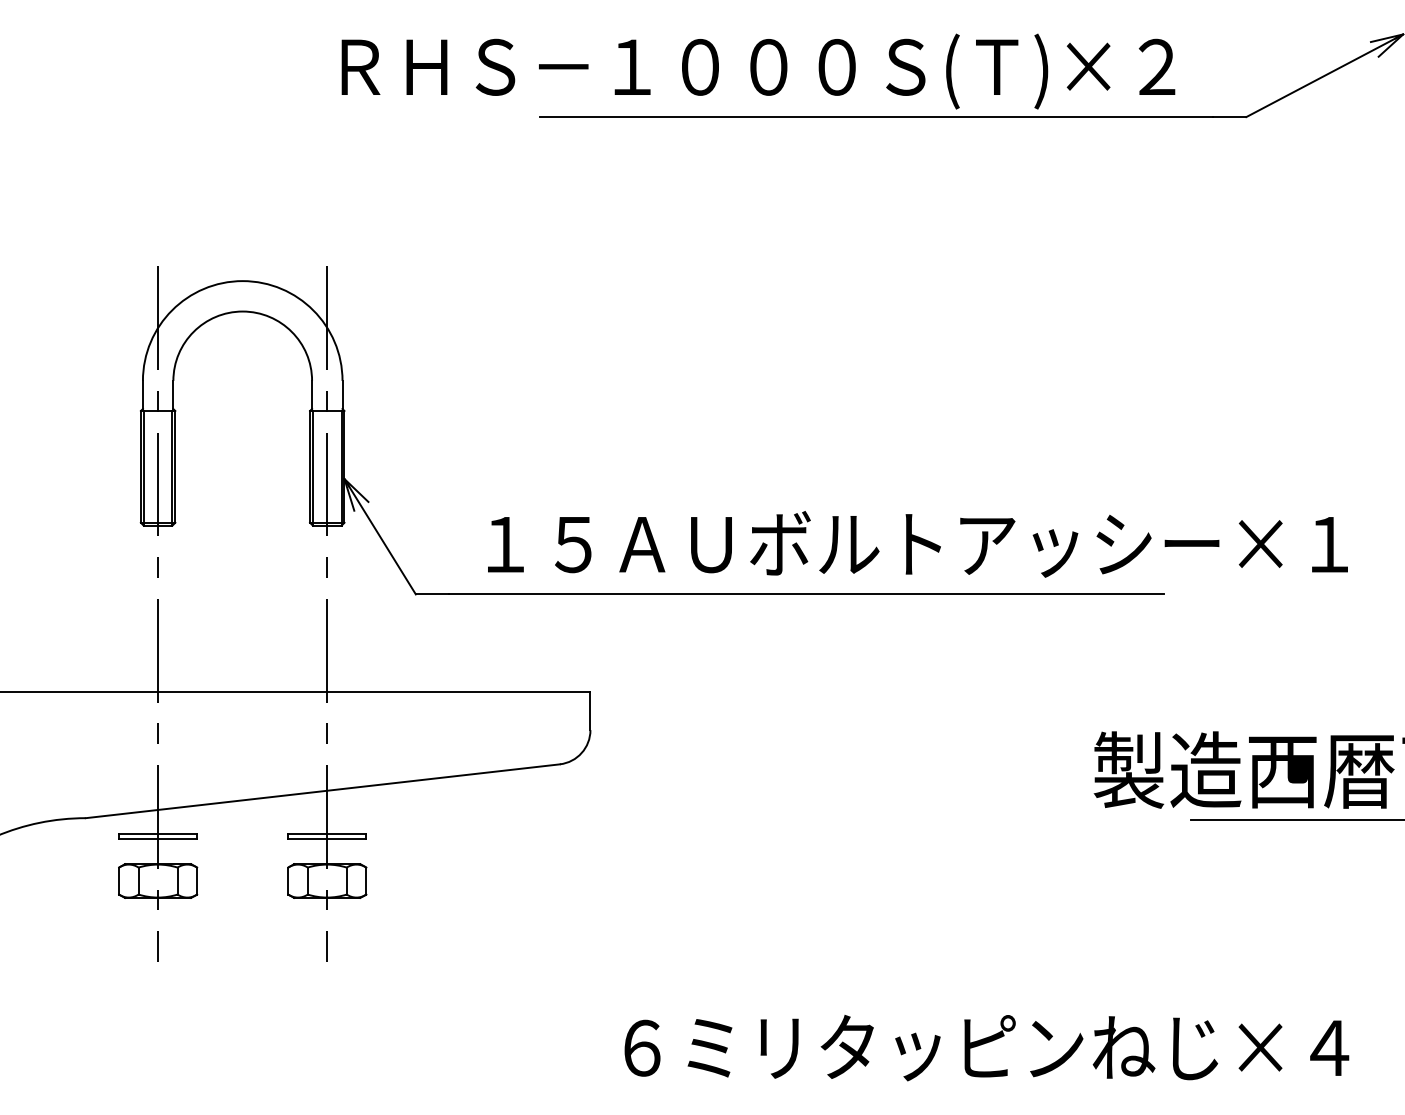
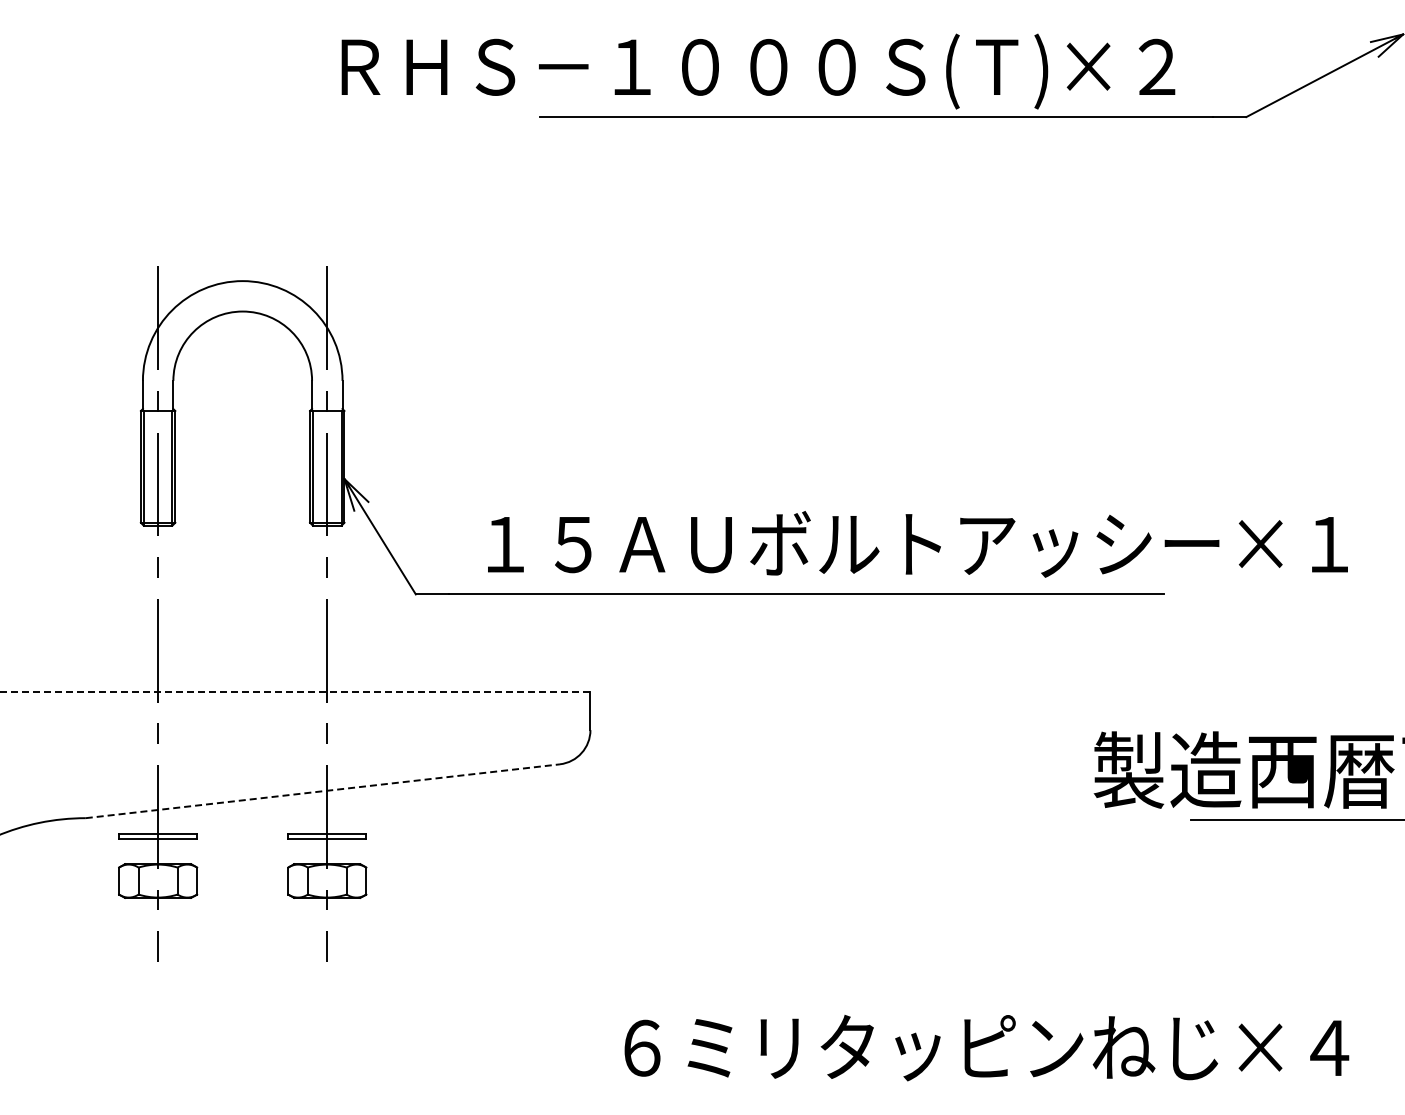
line at (295, 692): solid -> dashed
line at (322, 791): solid -> dashed
